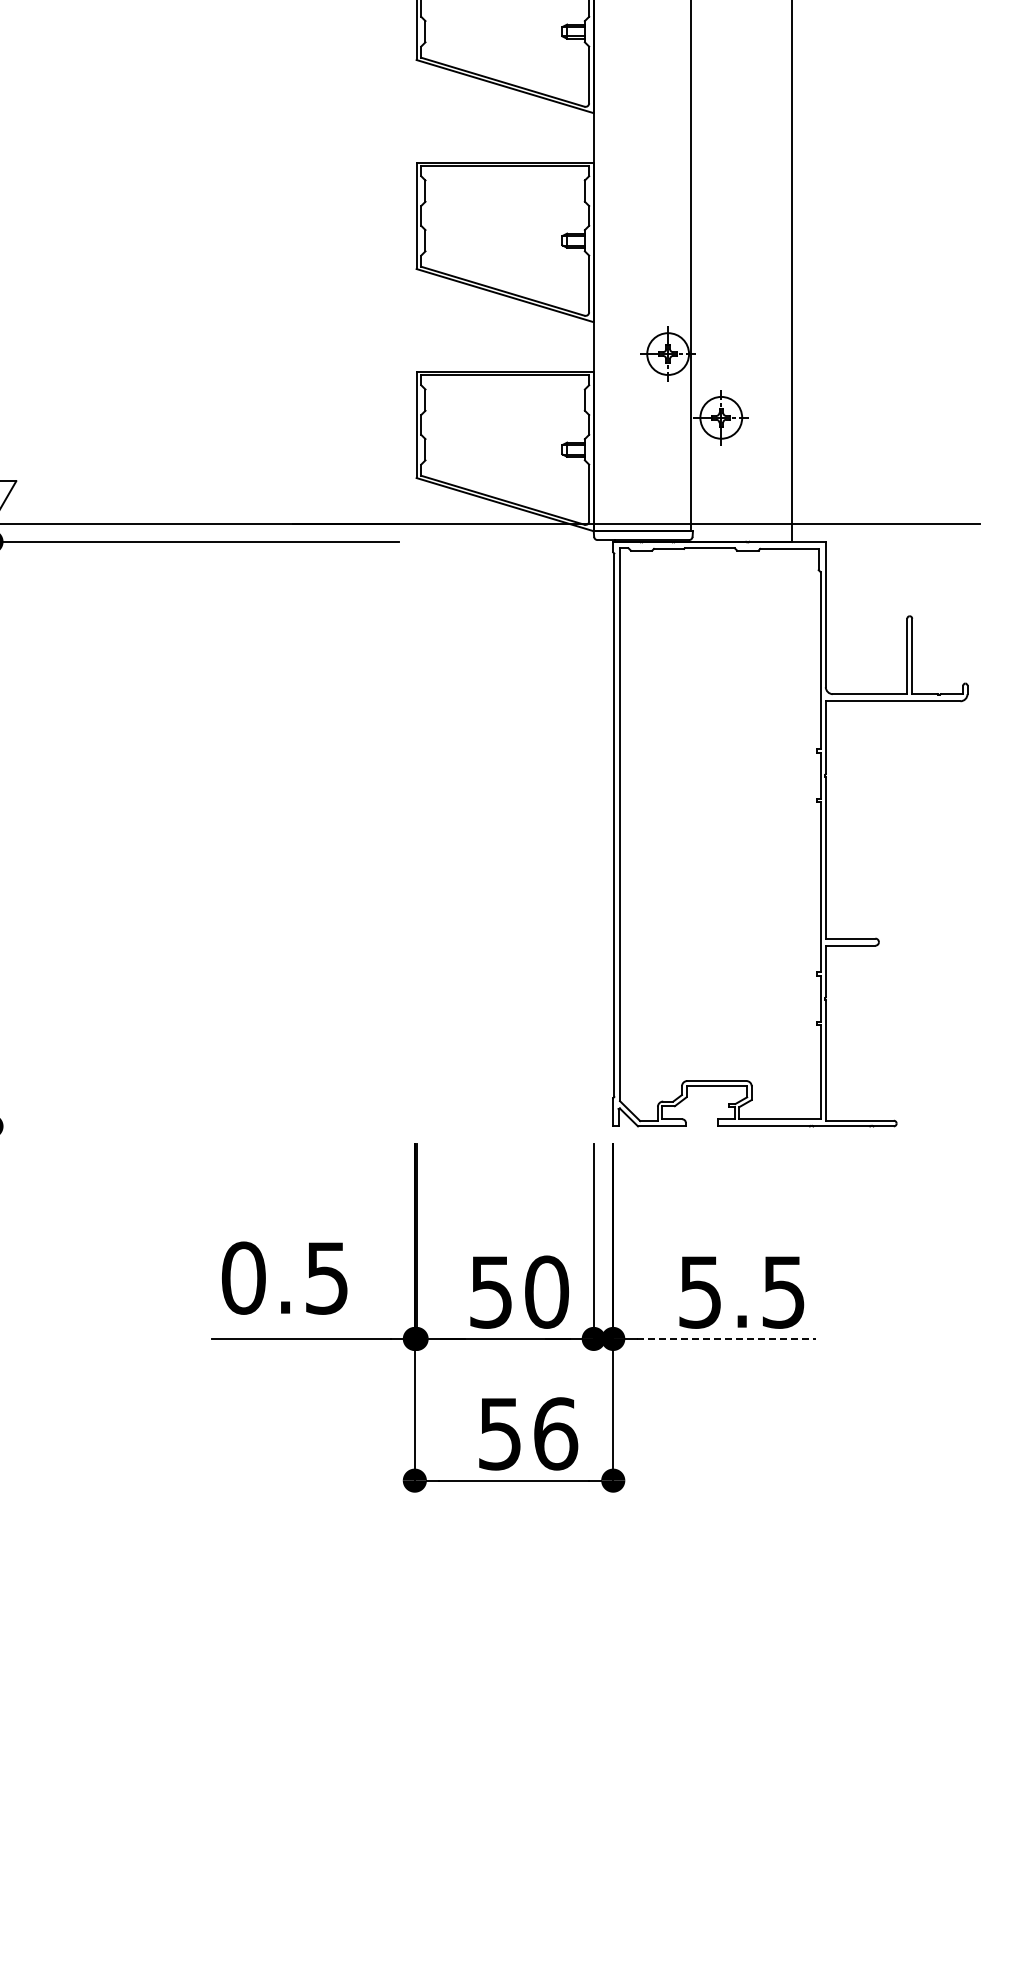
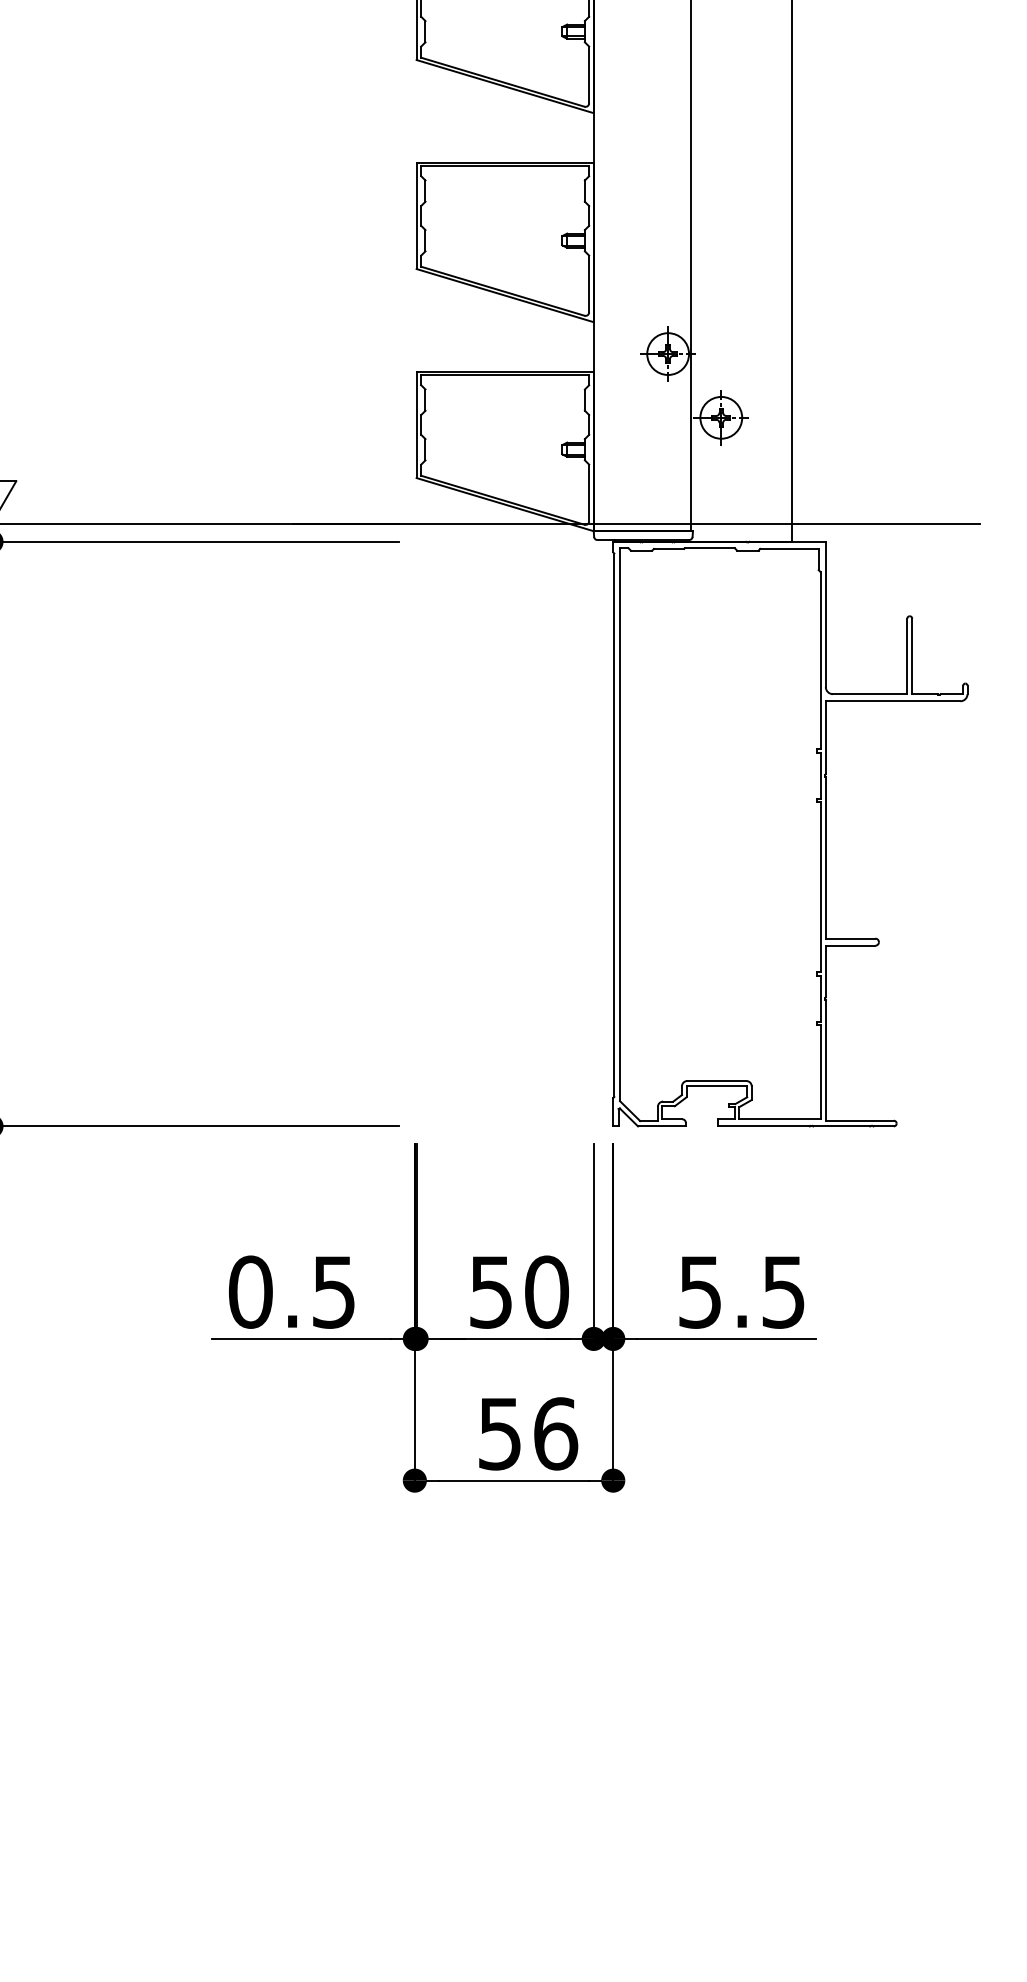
line at (200, 1126): none -> present
text at (284, 1277) position: (284, 1277) -> (291, 1291)
line at (726, 1338): dashed -> solid
